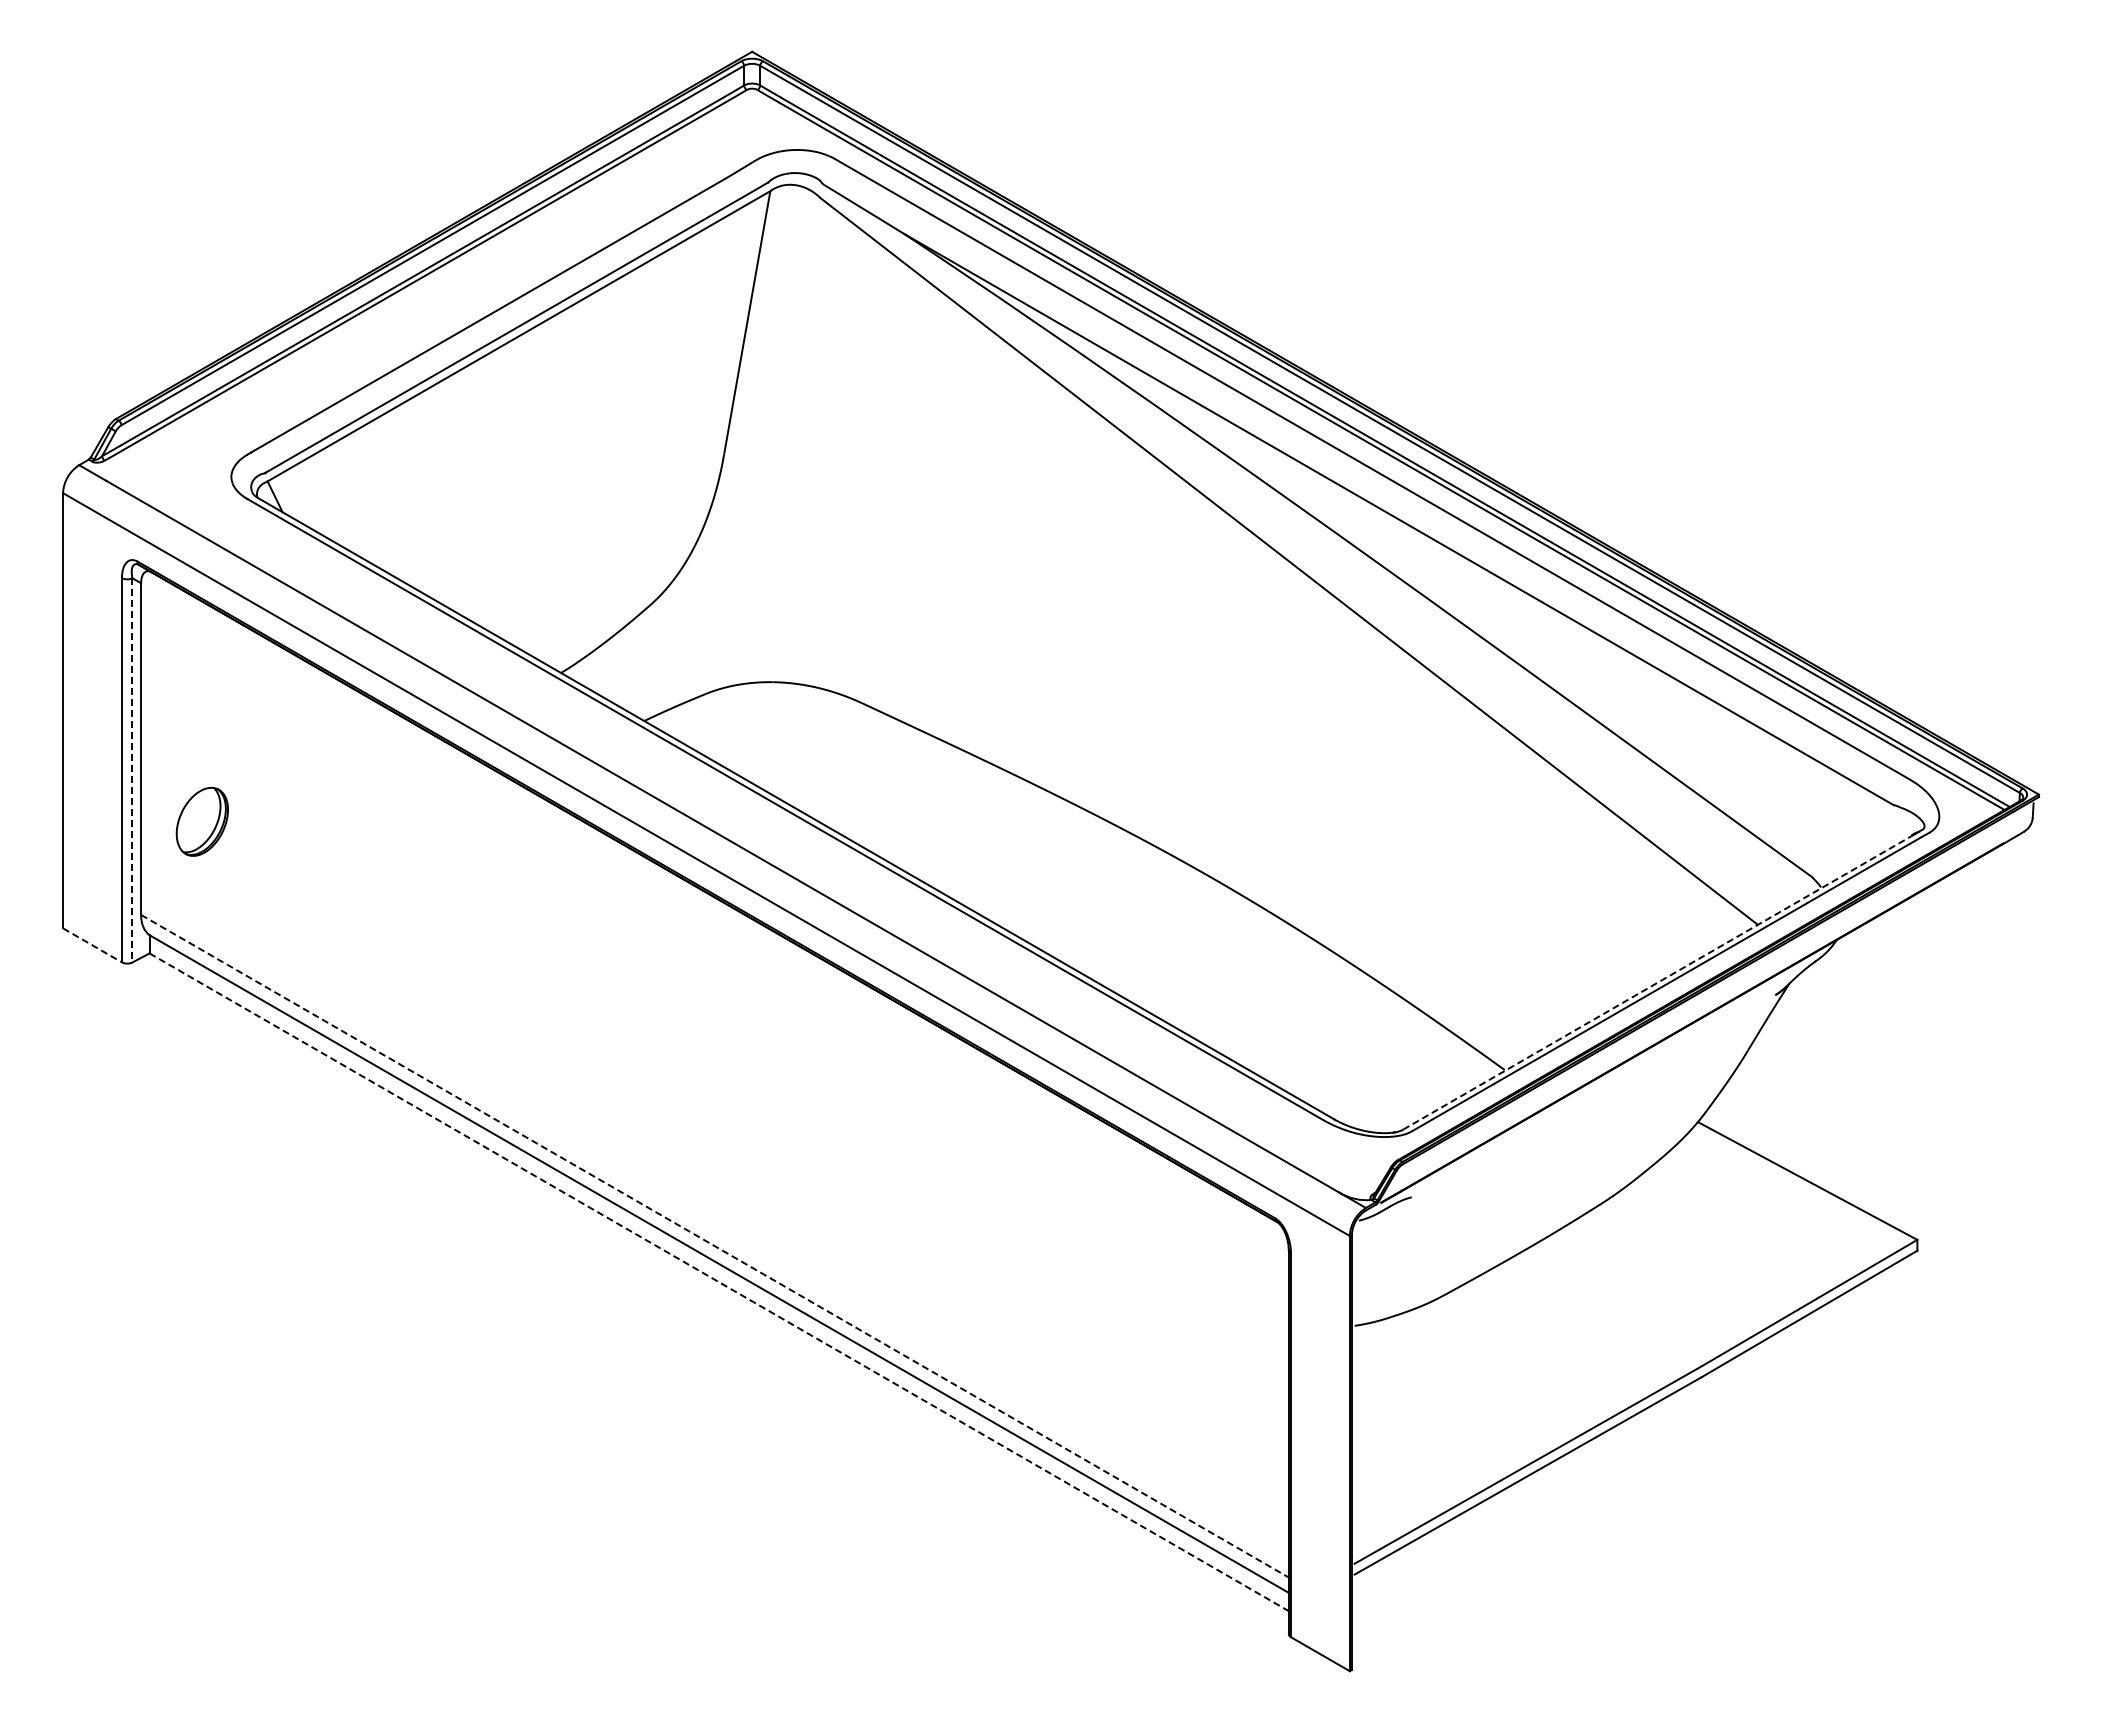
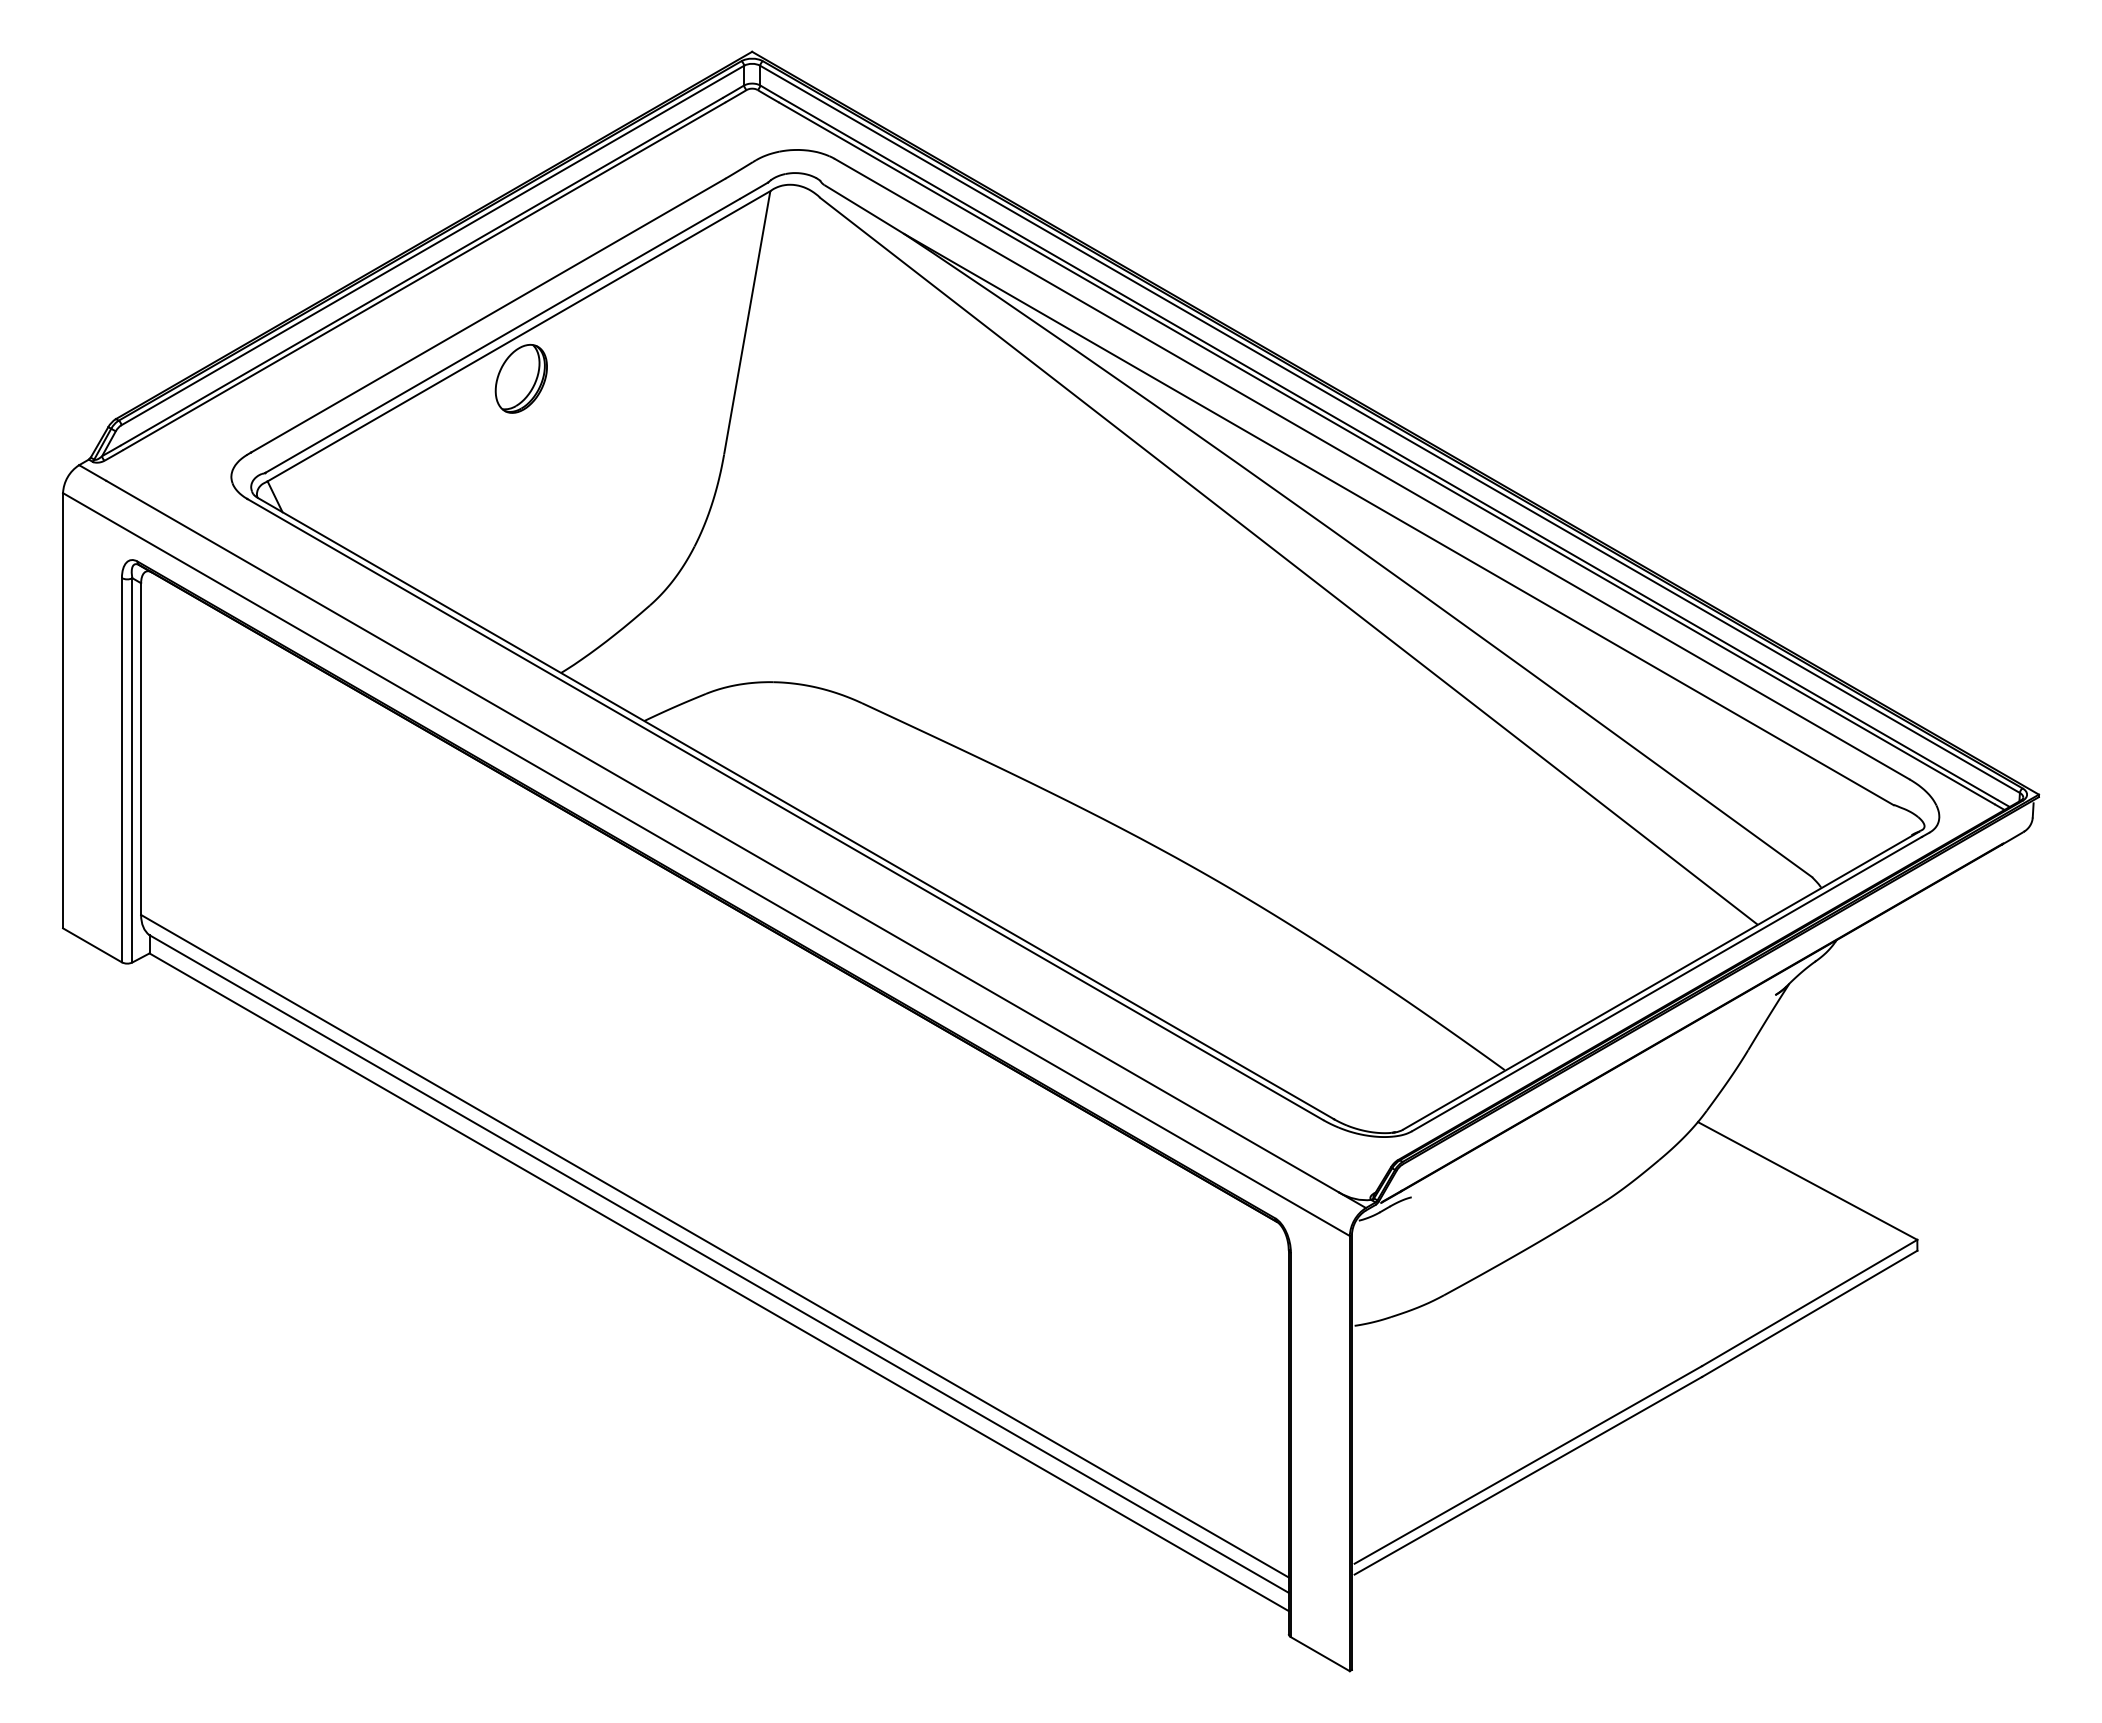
line at (132, 770): dashed -> solid
part at (201, 821) position: (201, 821) -> (520, 378)
line at (92, 945): dashed -> solid
line at (1658, 982): dashed -> solid
line at (714, 1246): dashed -> solid
line at (719, 1282): dashed -> solid
